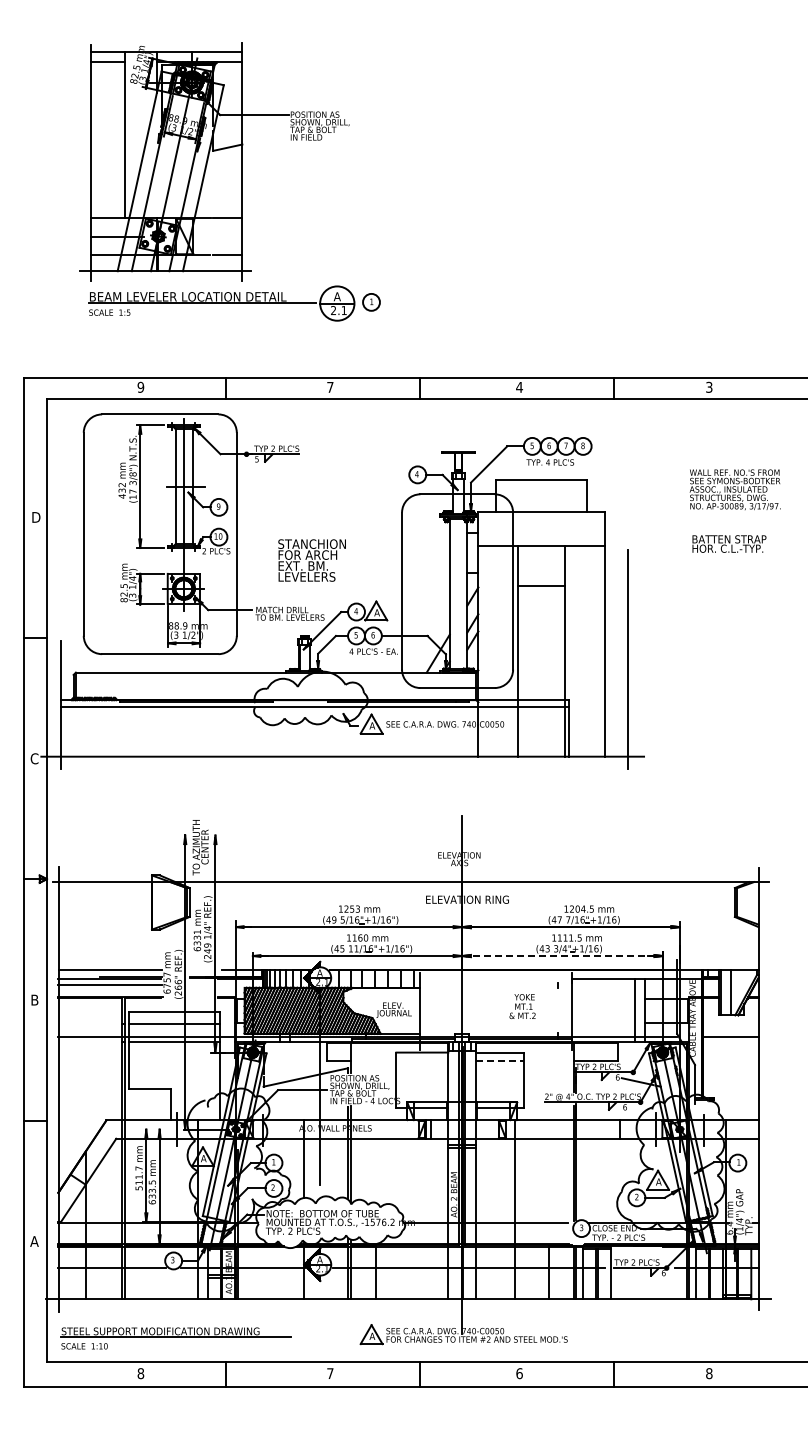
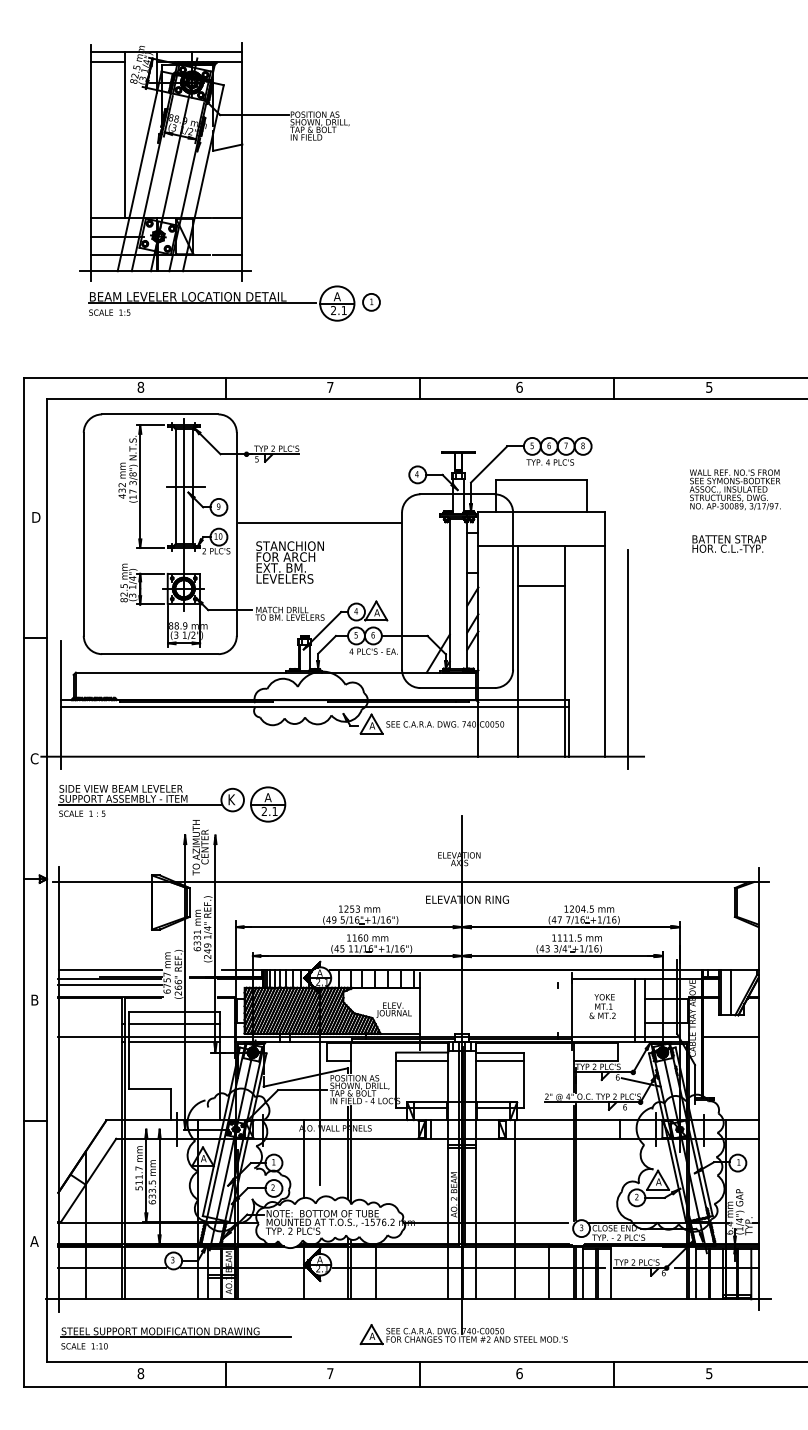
text at (519, 386): 4 -> 6
text at (709, 386): 3 -> 5
text at (140, 387): 9 -> 8
line at (320, 522): none -> present
text at (311, 560) position: (311, 560) -> (289, 562)
part at (172, 803): none -> present
line at (563, 956): dashed -> solid
text at (522, 1006) position: (522, 1006) -> (602, 1006)
line at (422, 1061): none -> present
line at (500, 1061): dashed -> solid
text at (709, 1373): 8 -> 5
